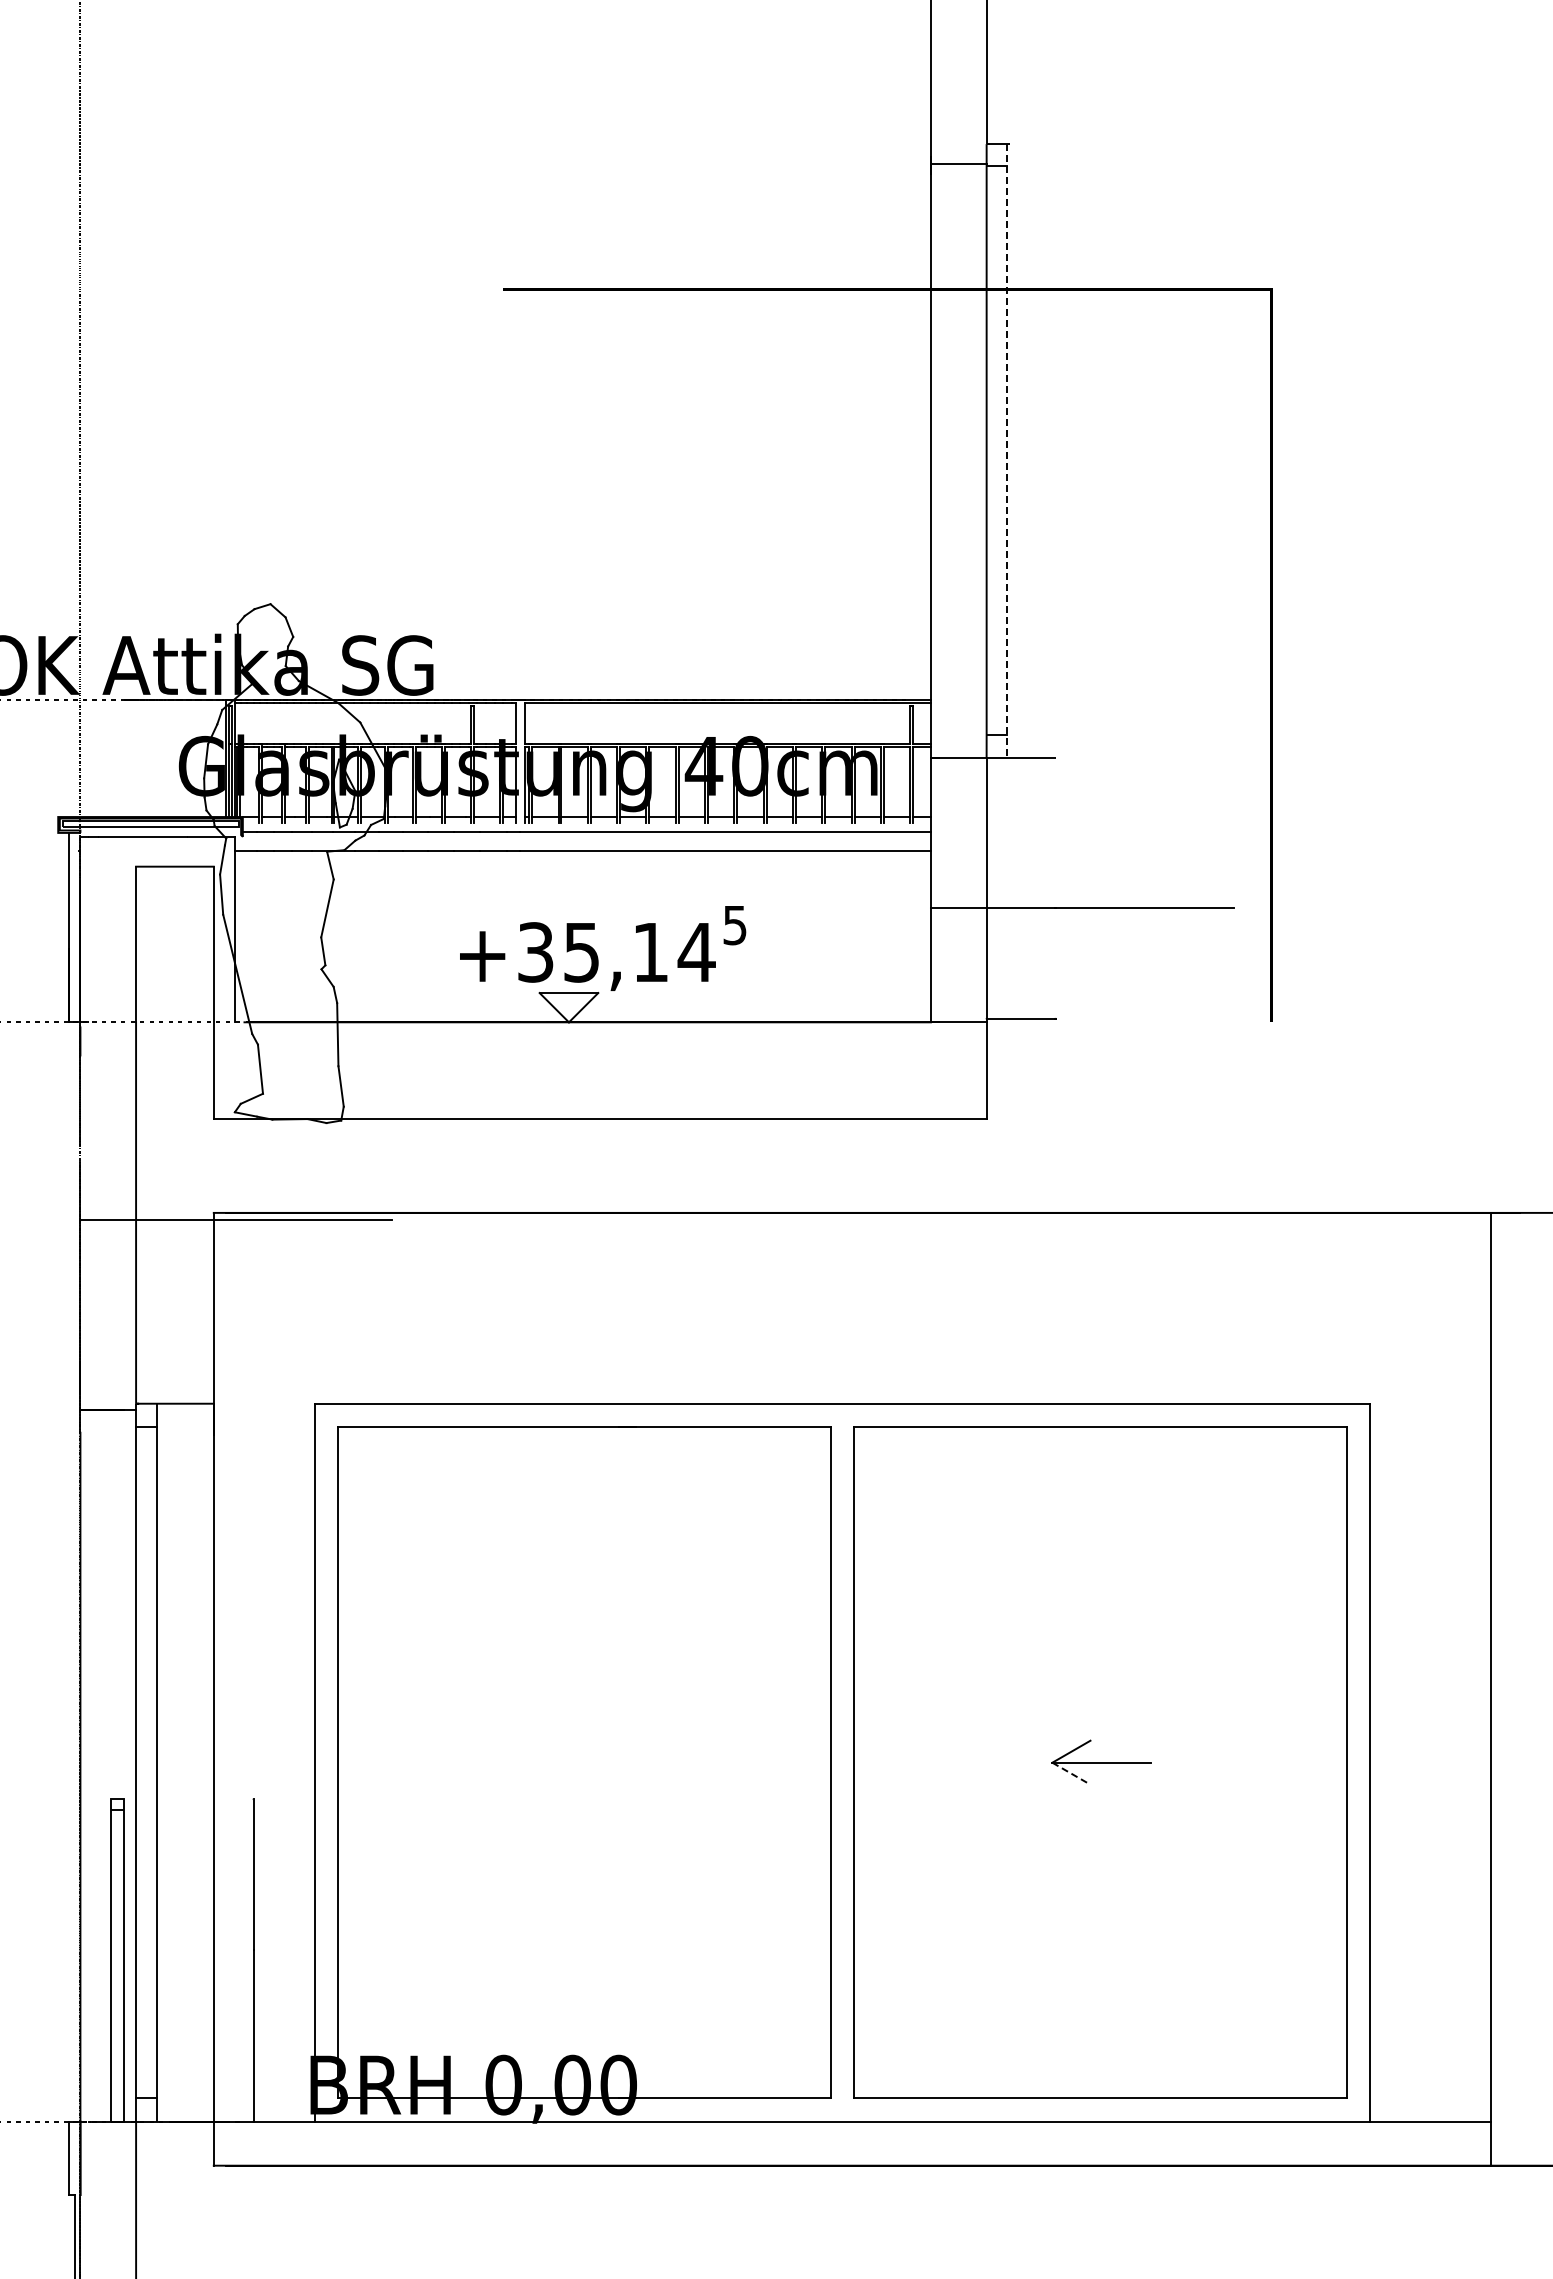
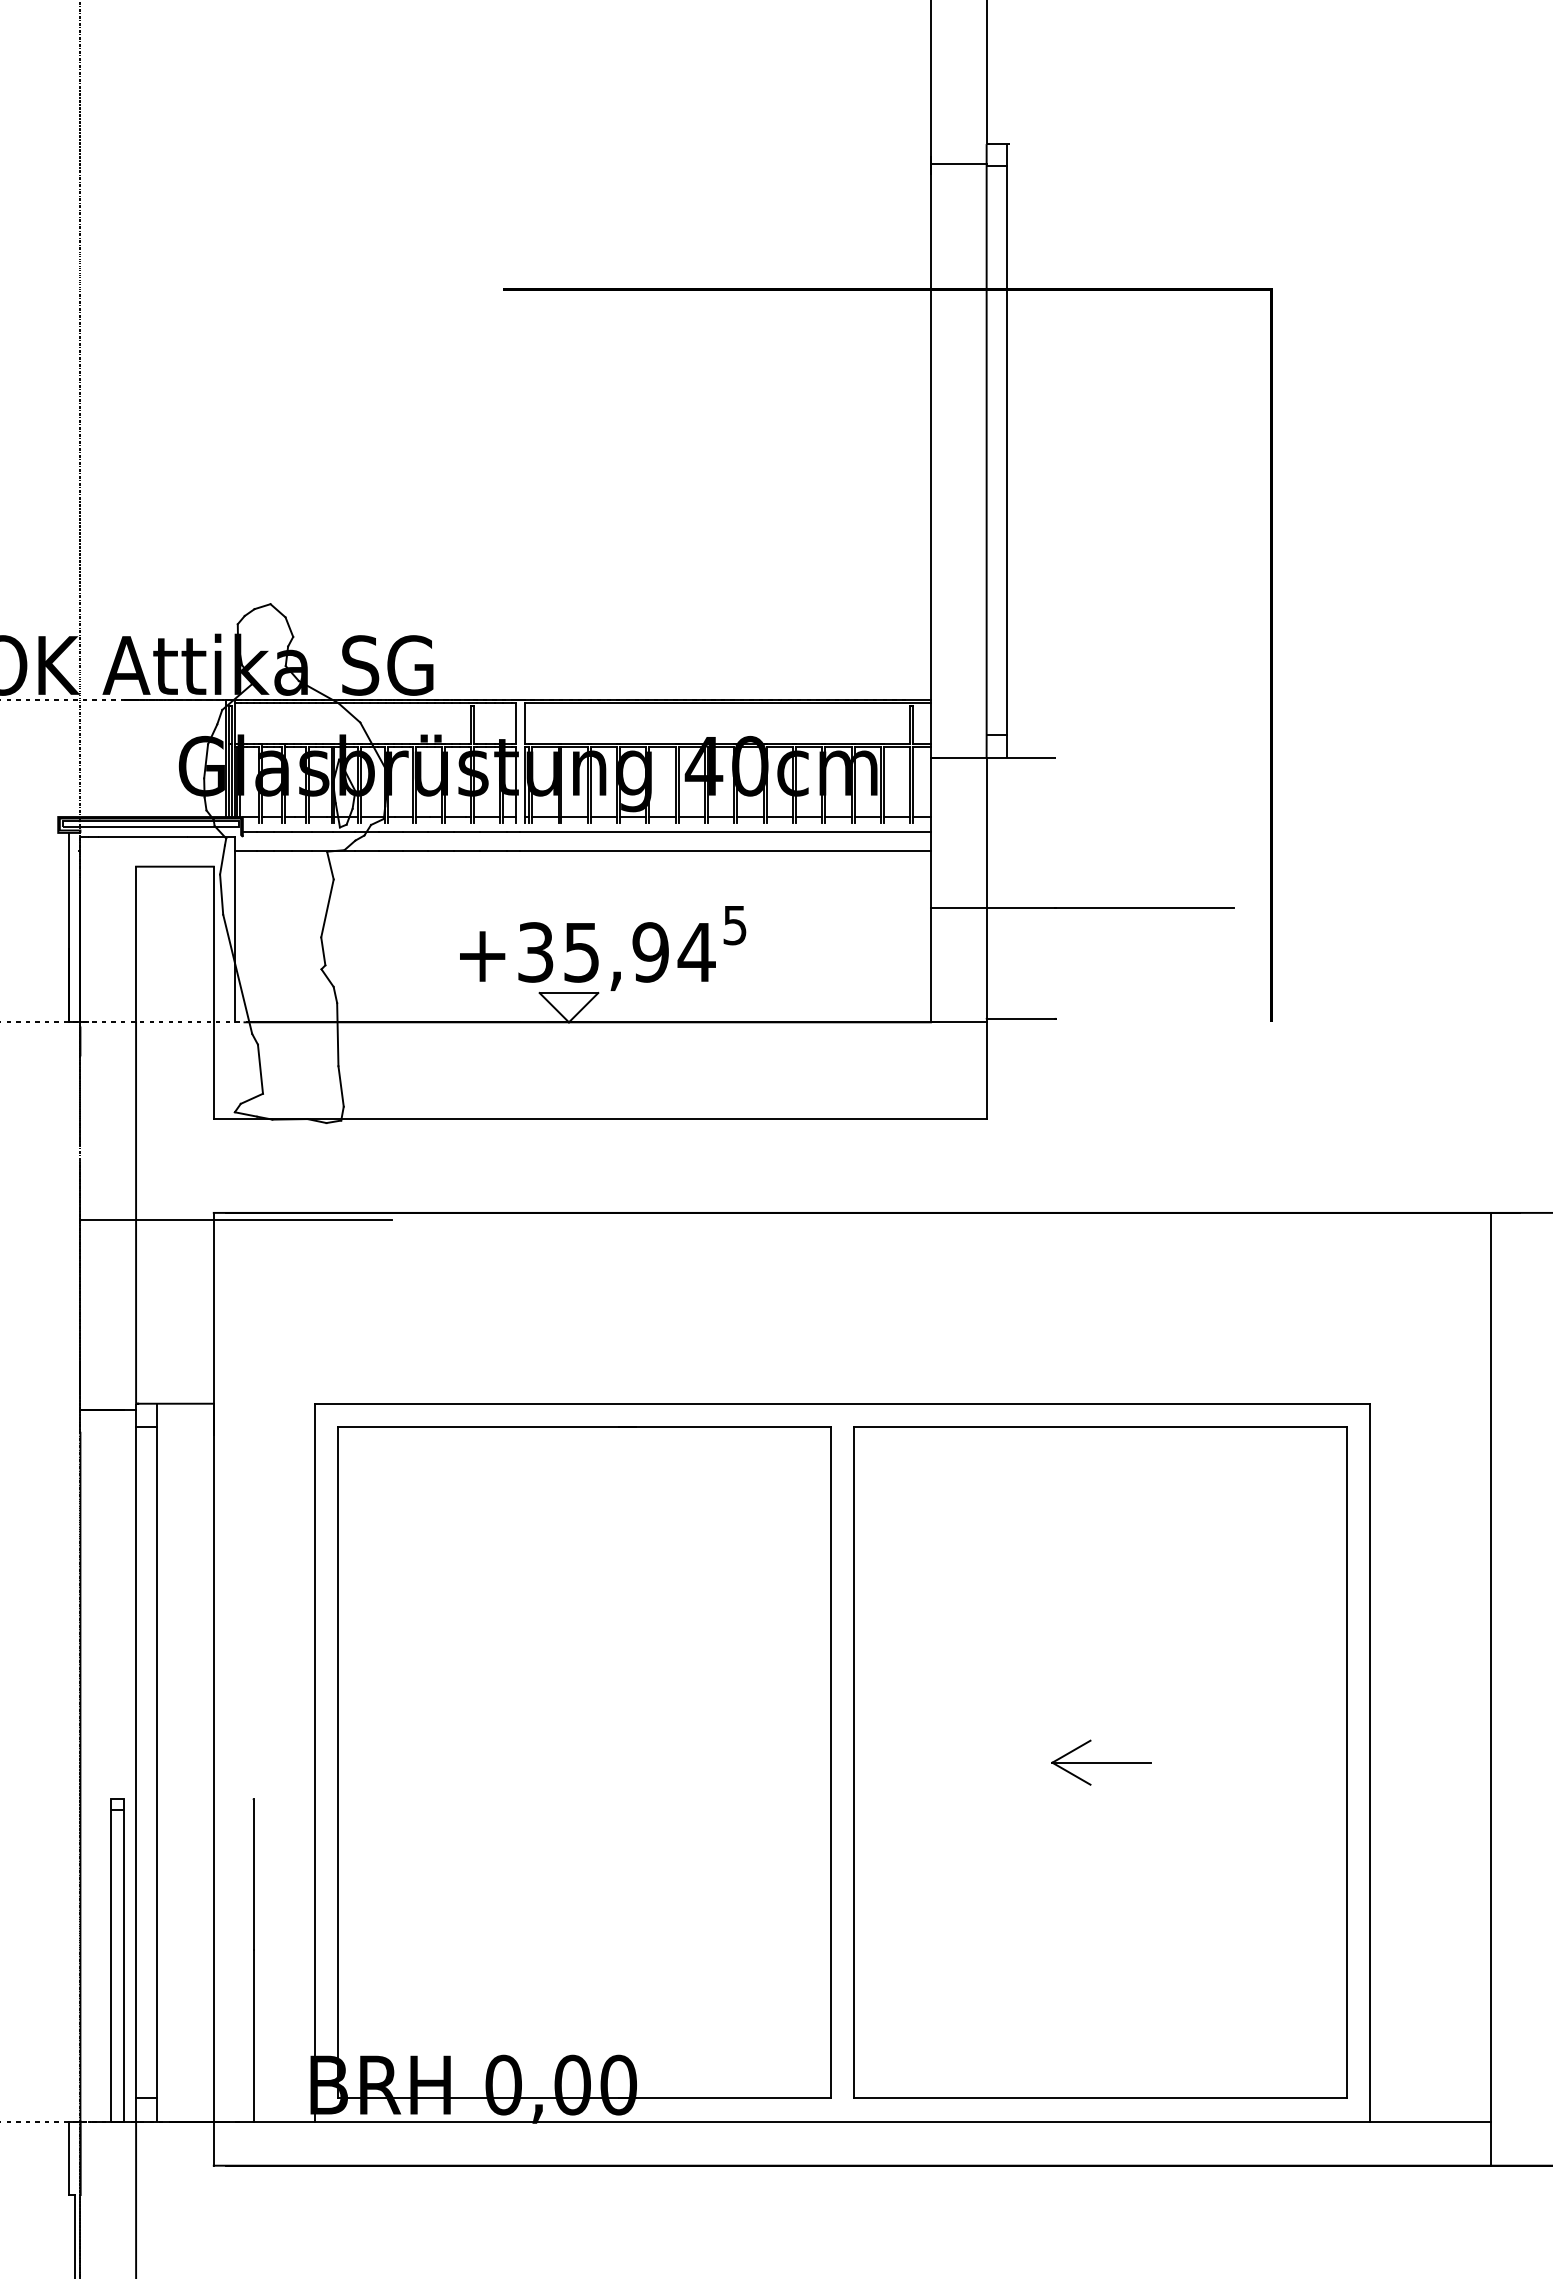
line at (1007, 451): dashed -> solid
text at (650, 952): +35,14 -> +35,94
line at (1071, 1773): dashed -> solid
